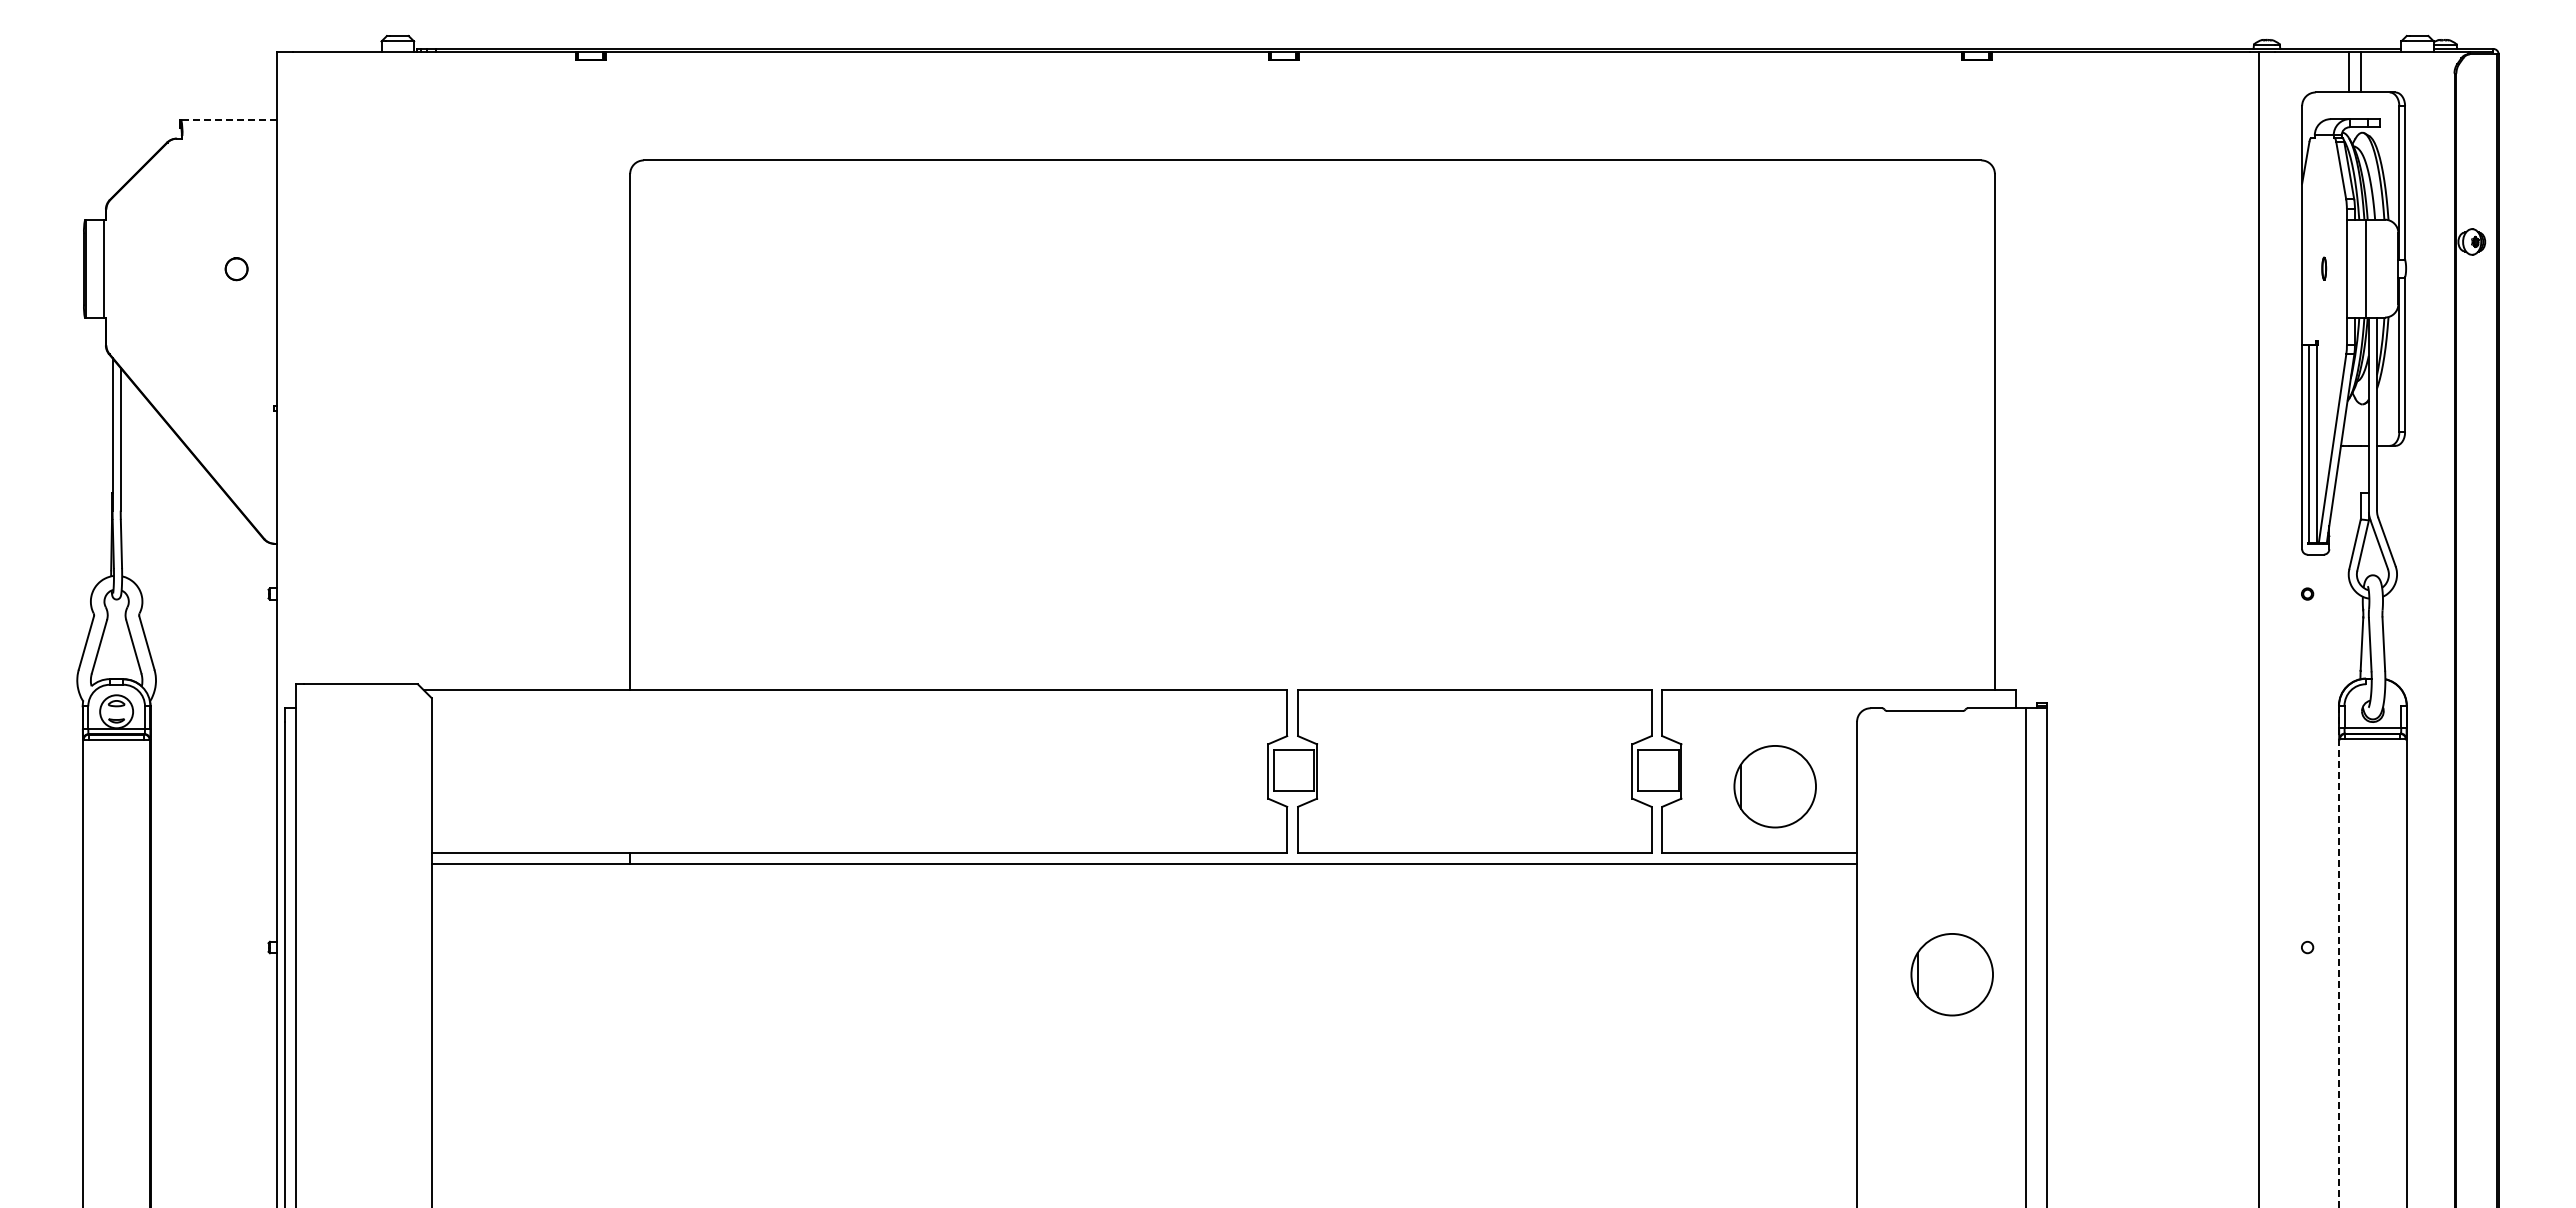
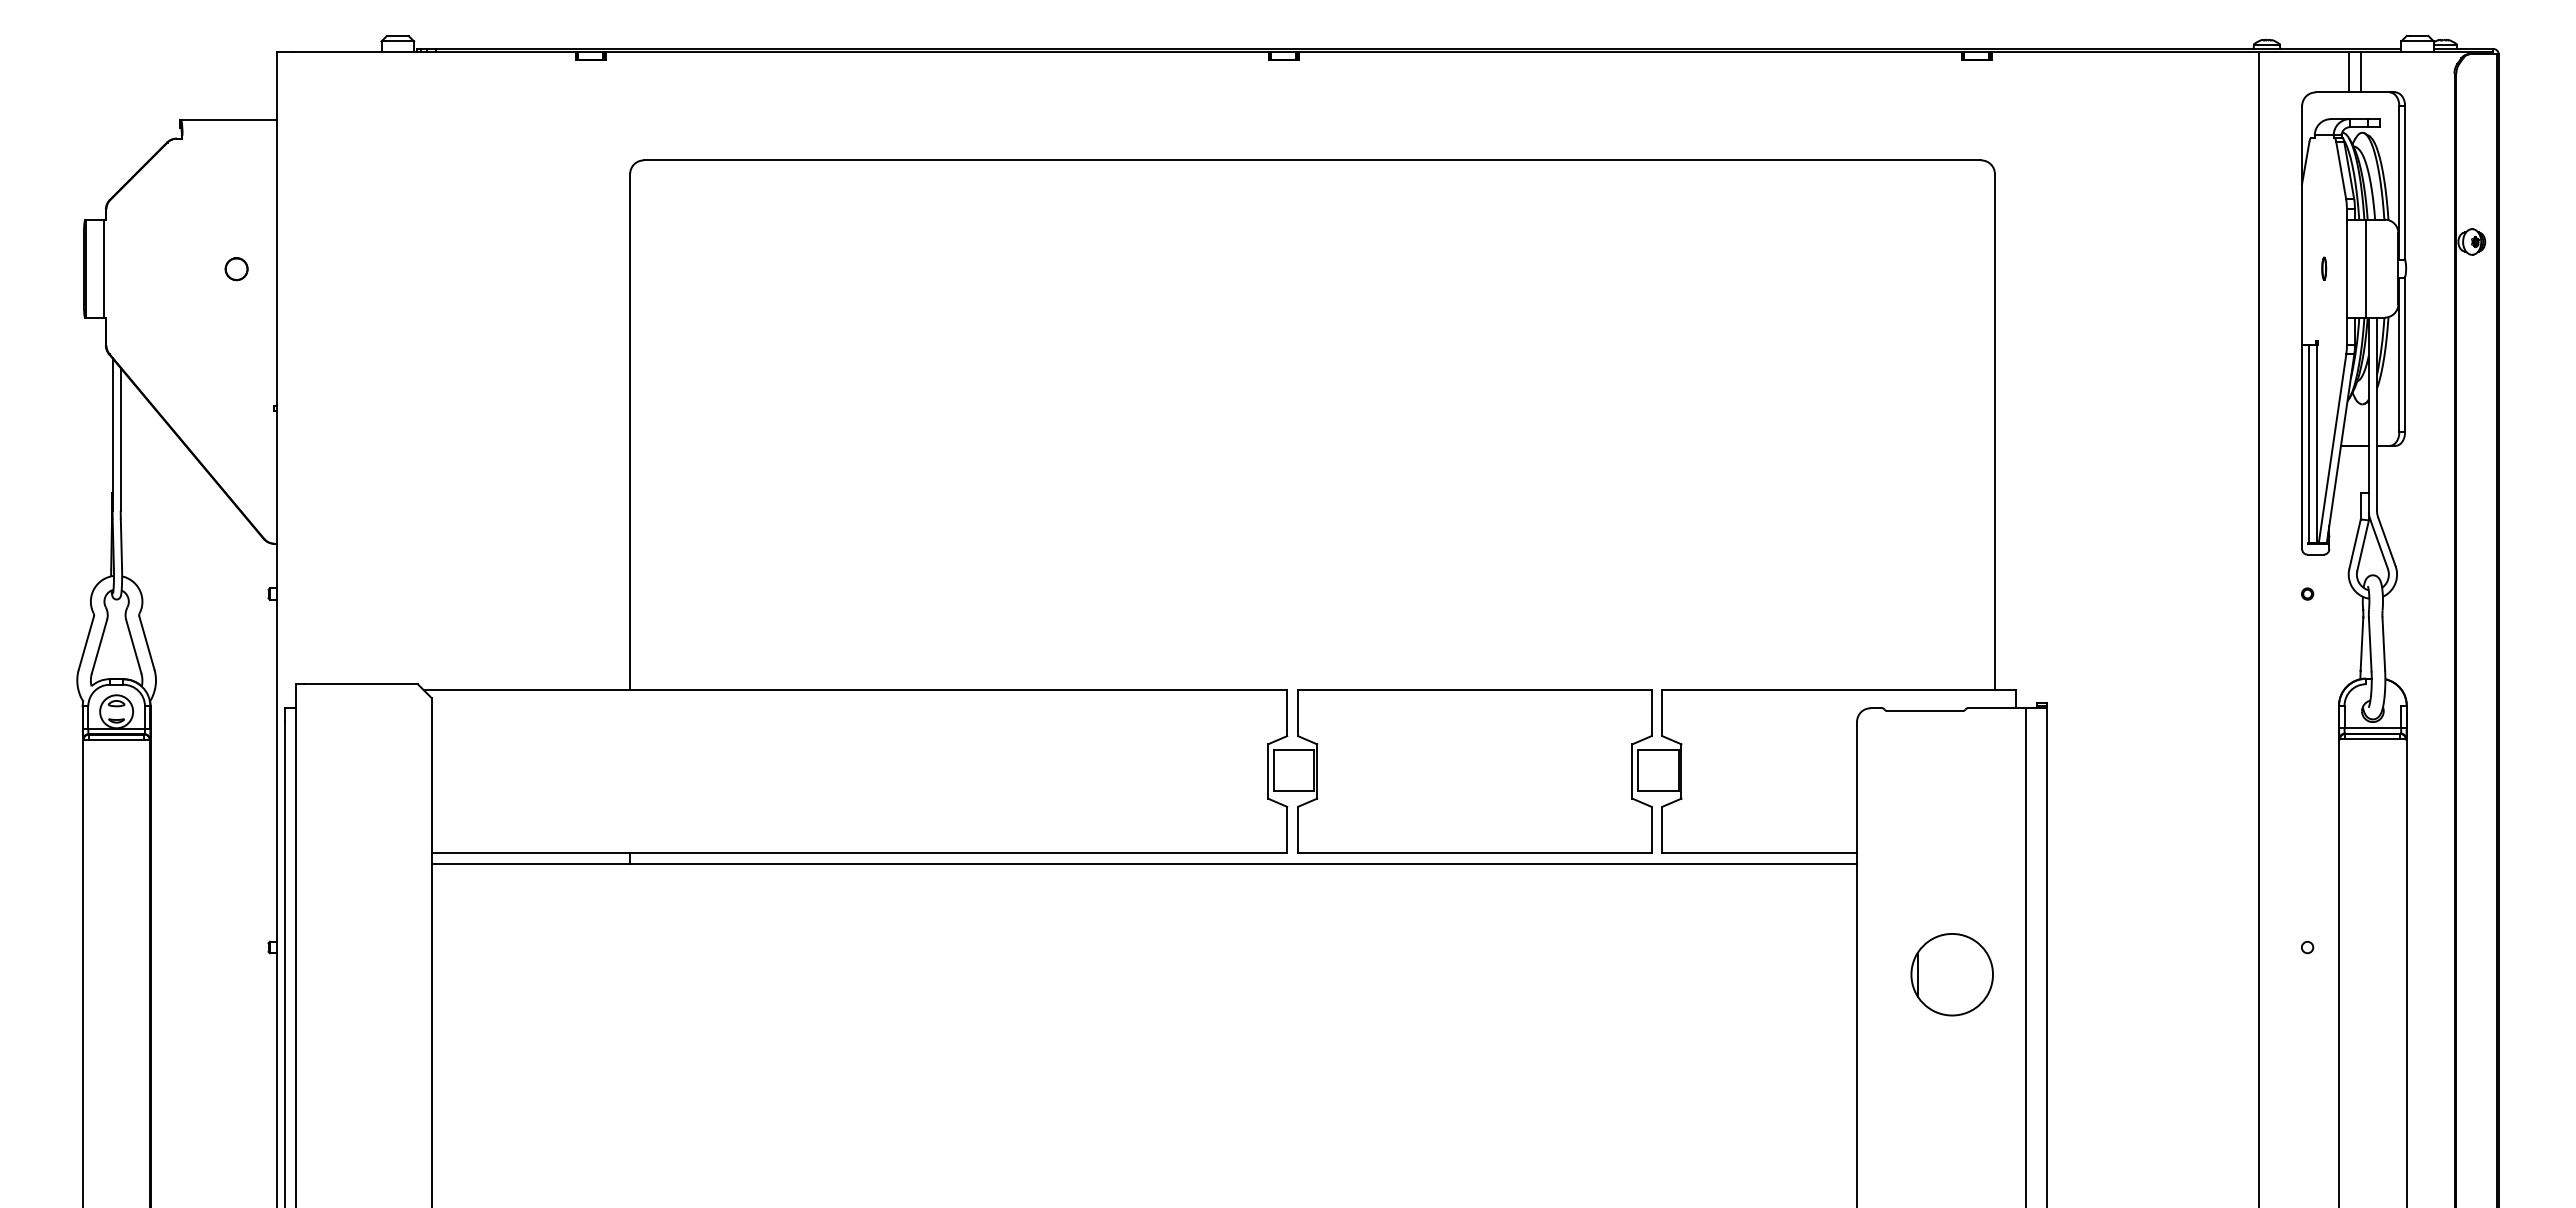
line at (228, 119): dashed -> solid
part at (1774, 786): present -> none
line at (2338, 956): dashed -> solid
